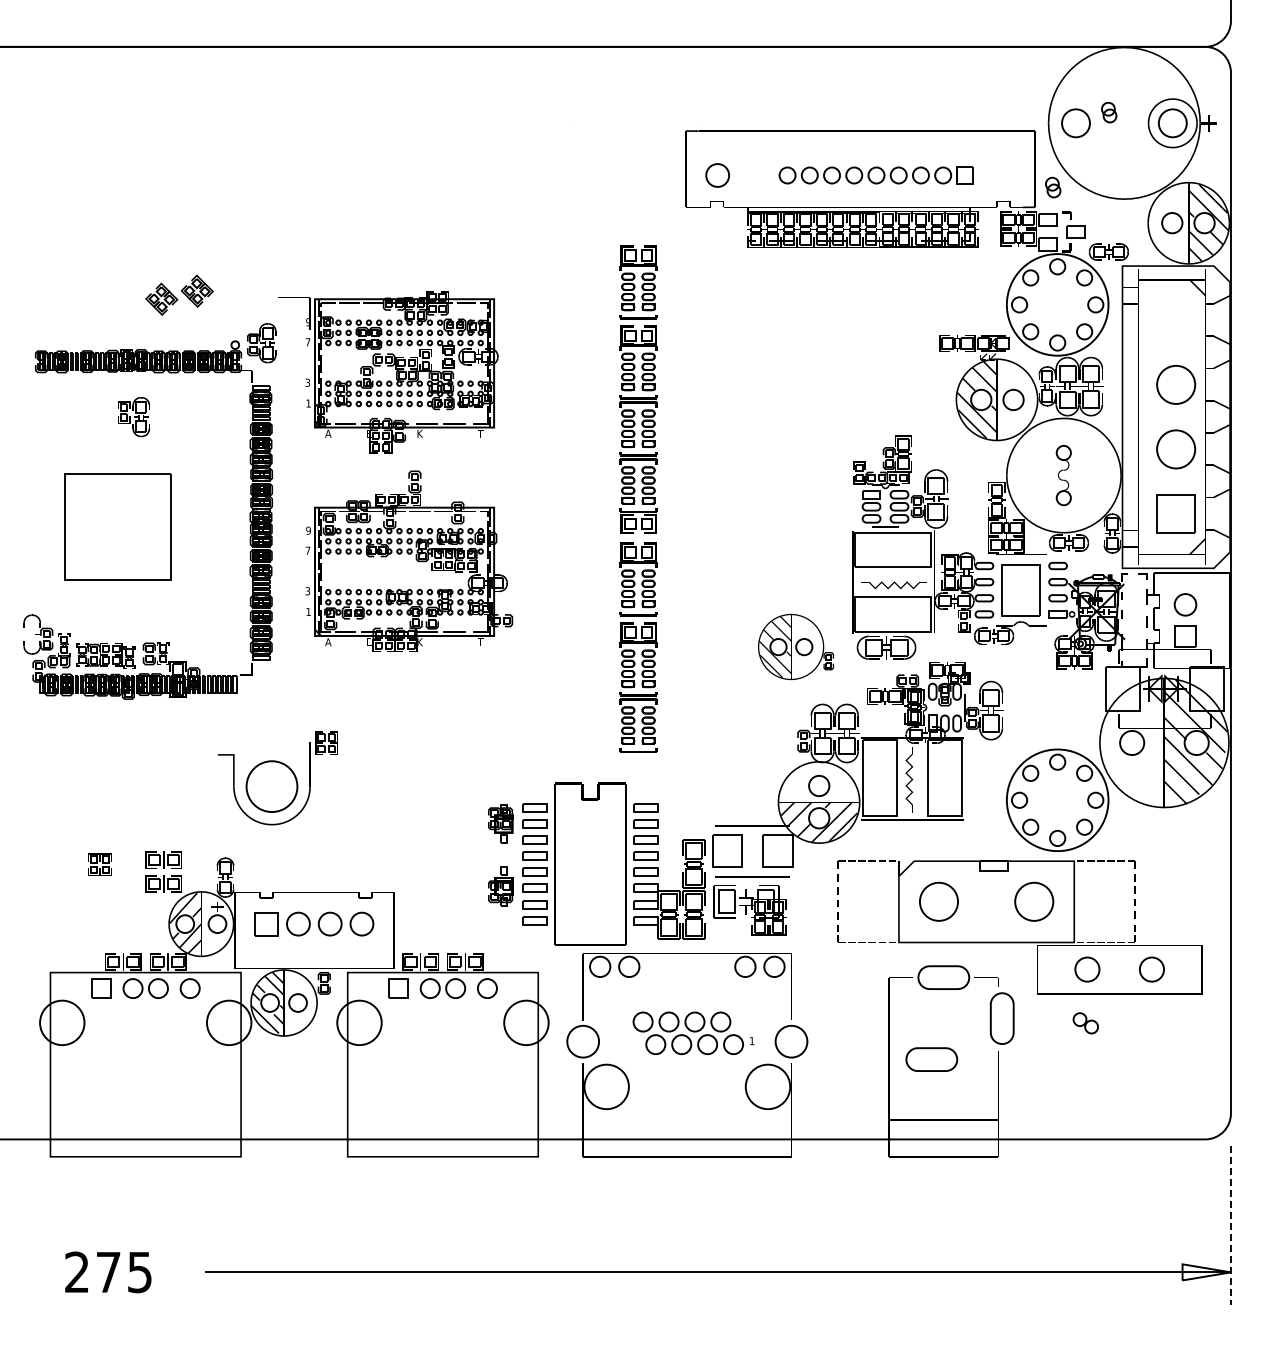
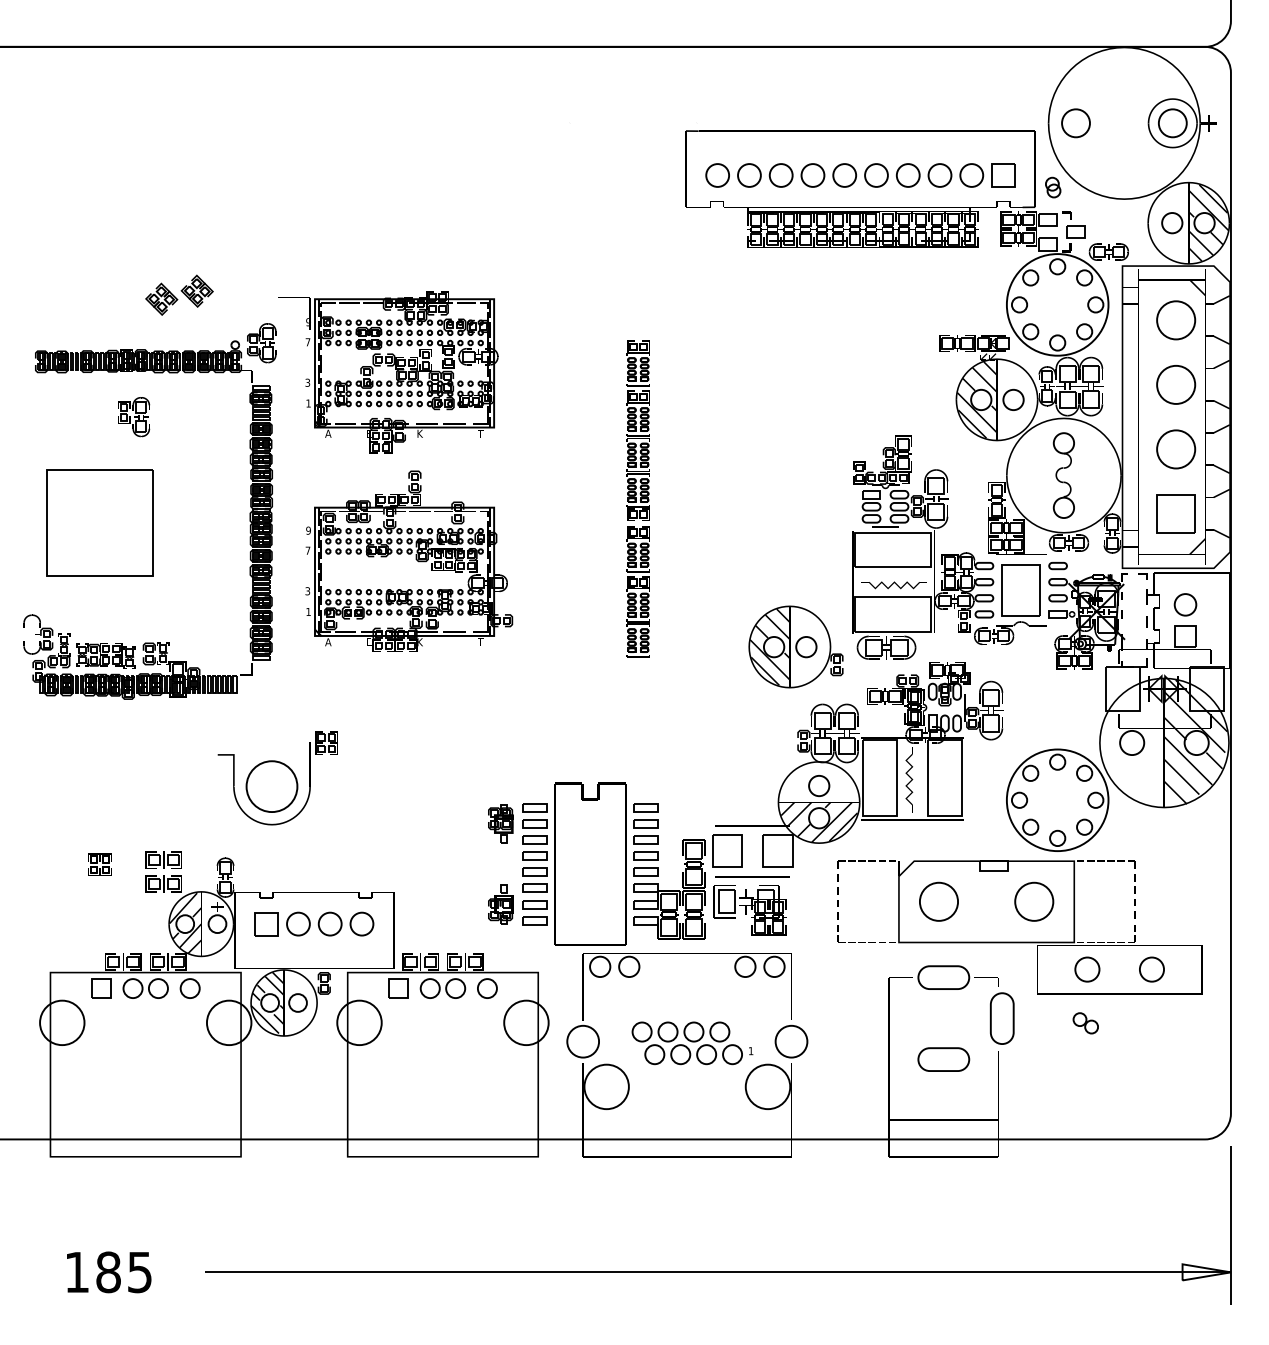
part at (1109, 112): present -> none
part at (875, 175) size: 196x19 px -> 279x25 px
circle at (1176, 320): none -> present
part at (1063, 475) size: 17x62 px -> 23x87 px
part at (638, 498) size: 39x508 px -> 24x318 px
part at (117, 526) position: (117, 526) -> (99, 522)
part at (795, 646) size: 76x68 px -> 96x84 px
part at (500, 886) position: (500, 886) -> (500, 904)
part at (693, 1033) position: (693, 1033) -> (692, 1043)
part at (931, 1059) position: (931, 1059) -> (943, 1059)
line at (1230, 1225): dashed -> solid
text at (92, 1272): 275 -> 185
